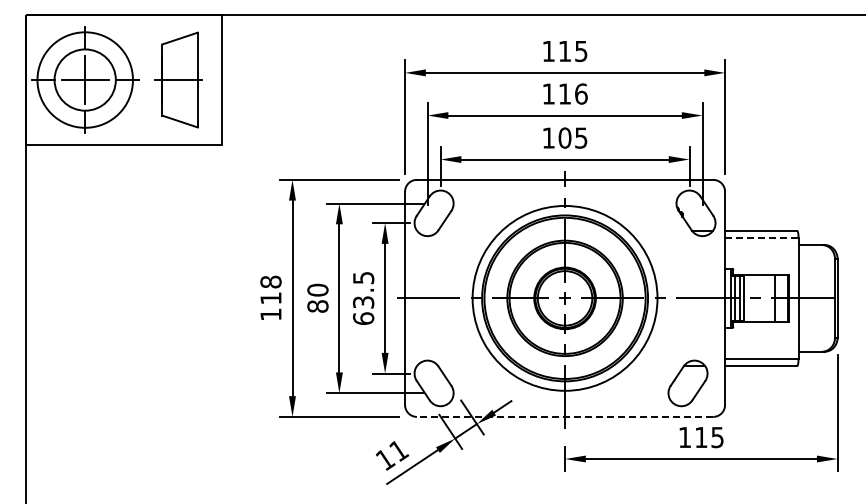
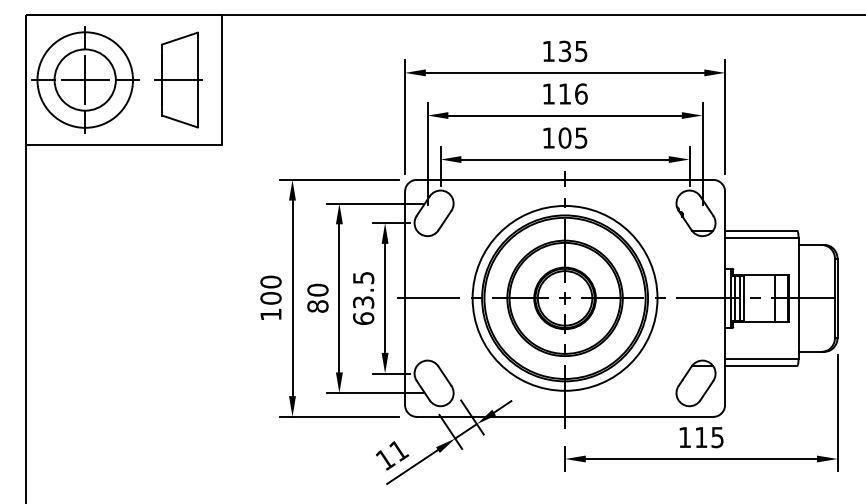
text at (564, 51): 115 -> 135
line at (761, 237): dashed -> solid
text at (270, 289): 118 -> 100
part at (687, 383) position: (687, 383) -> (695, 383)
line at (564, 416): dashed -> solid
